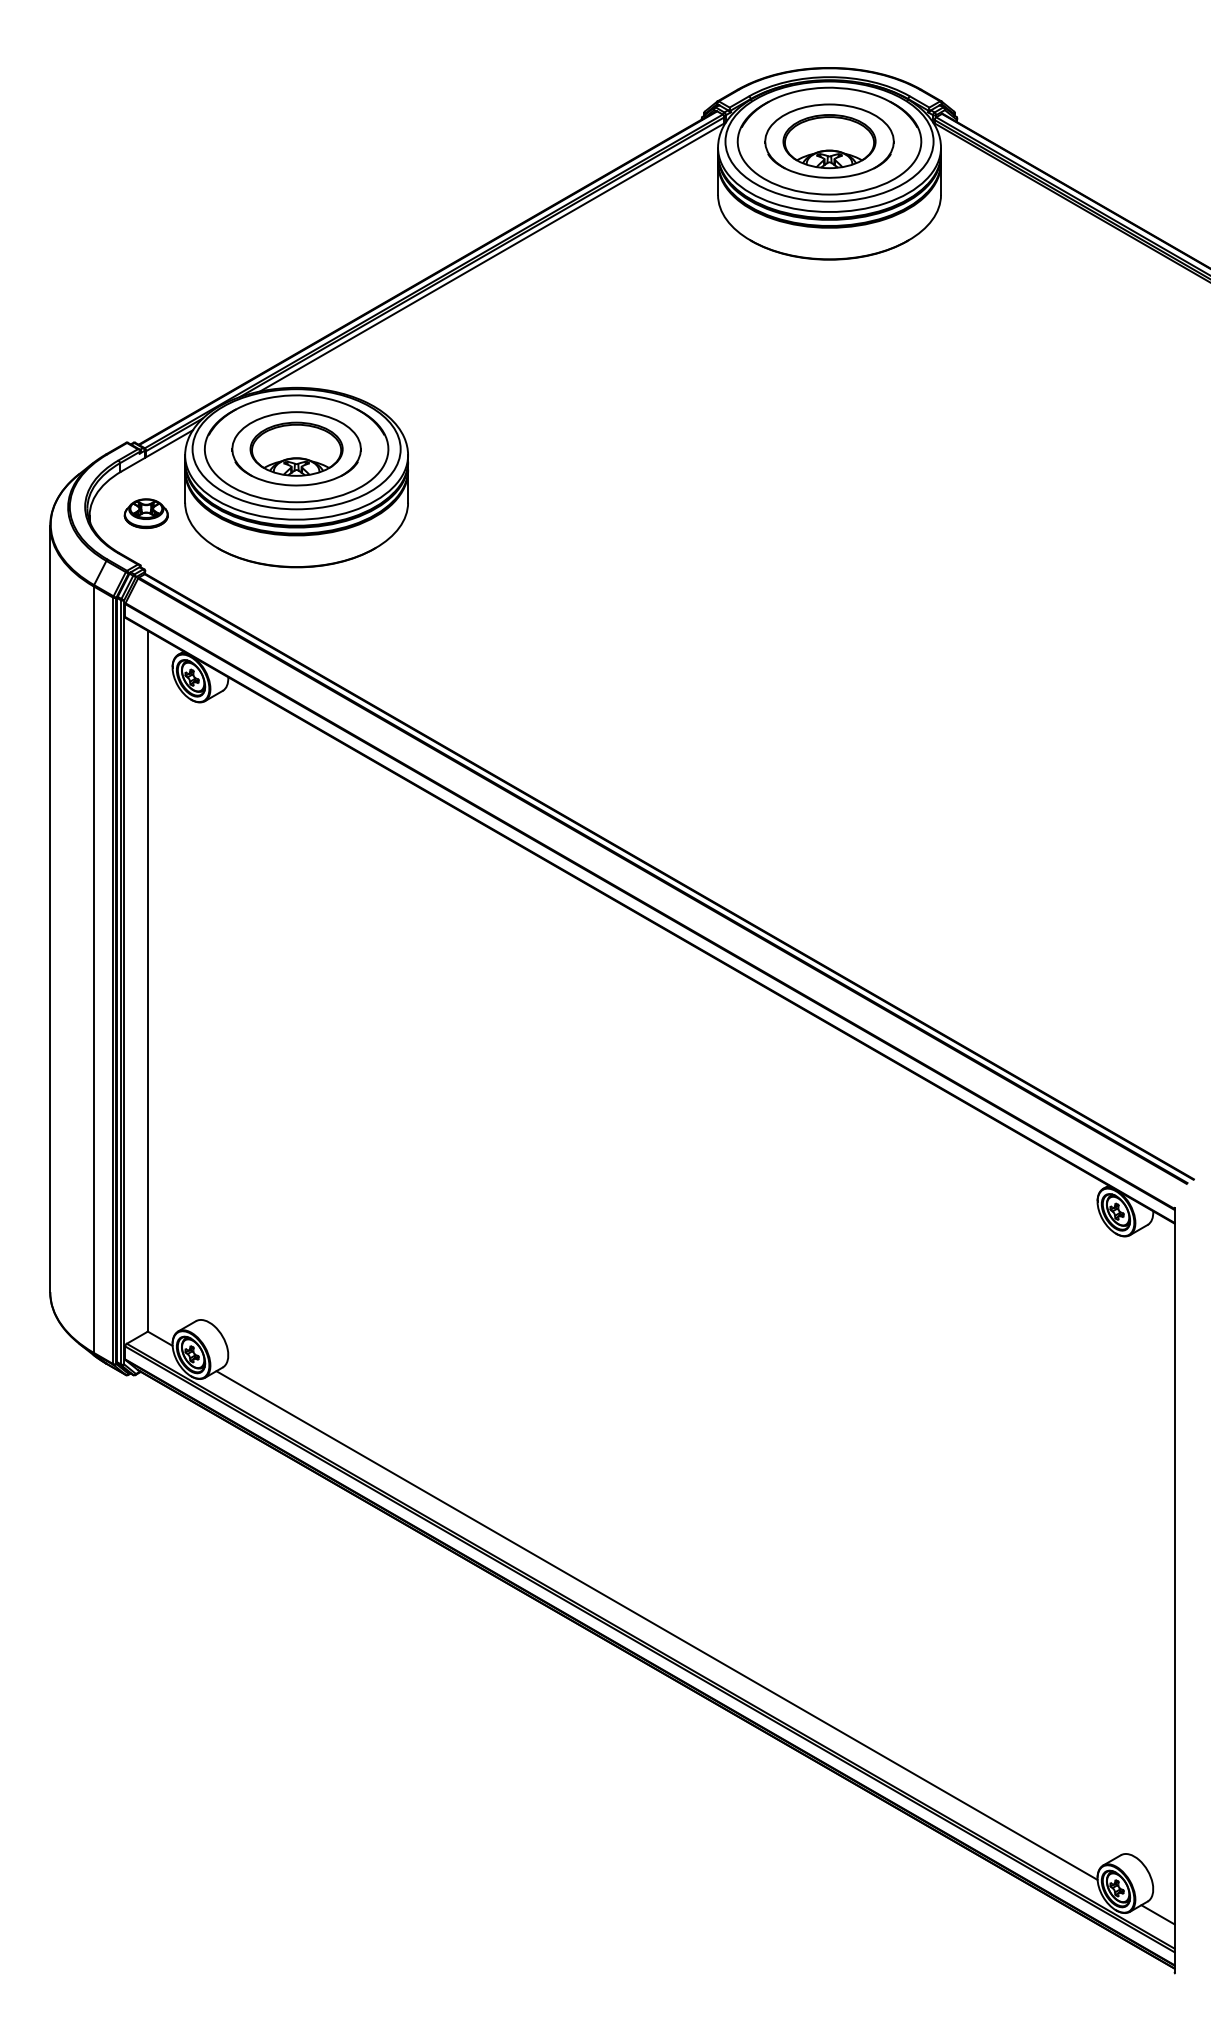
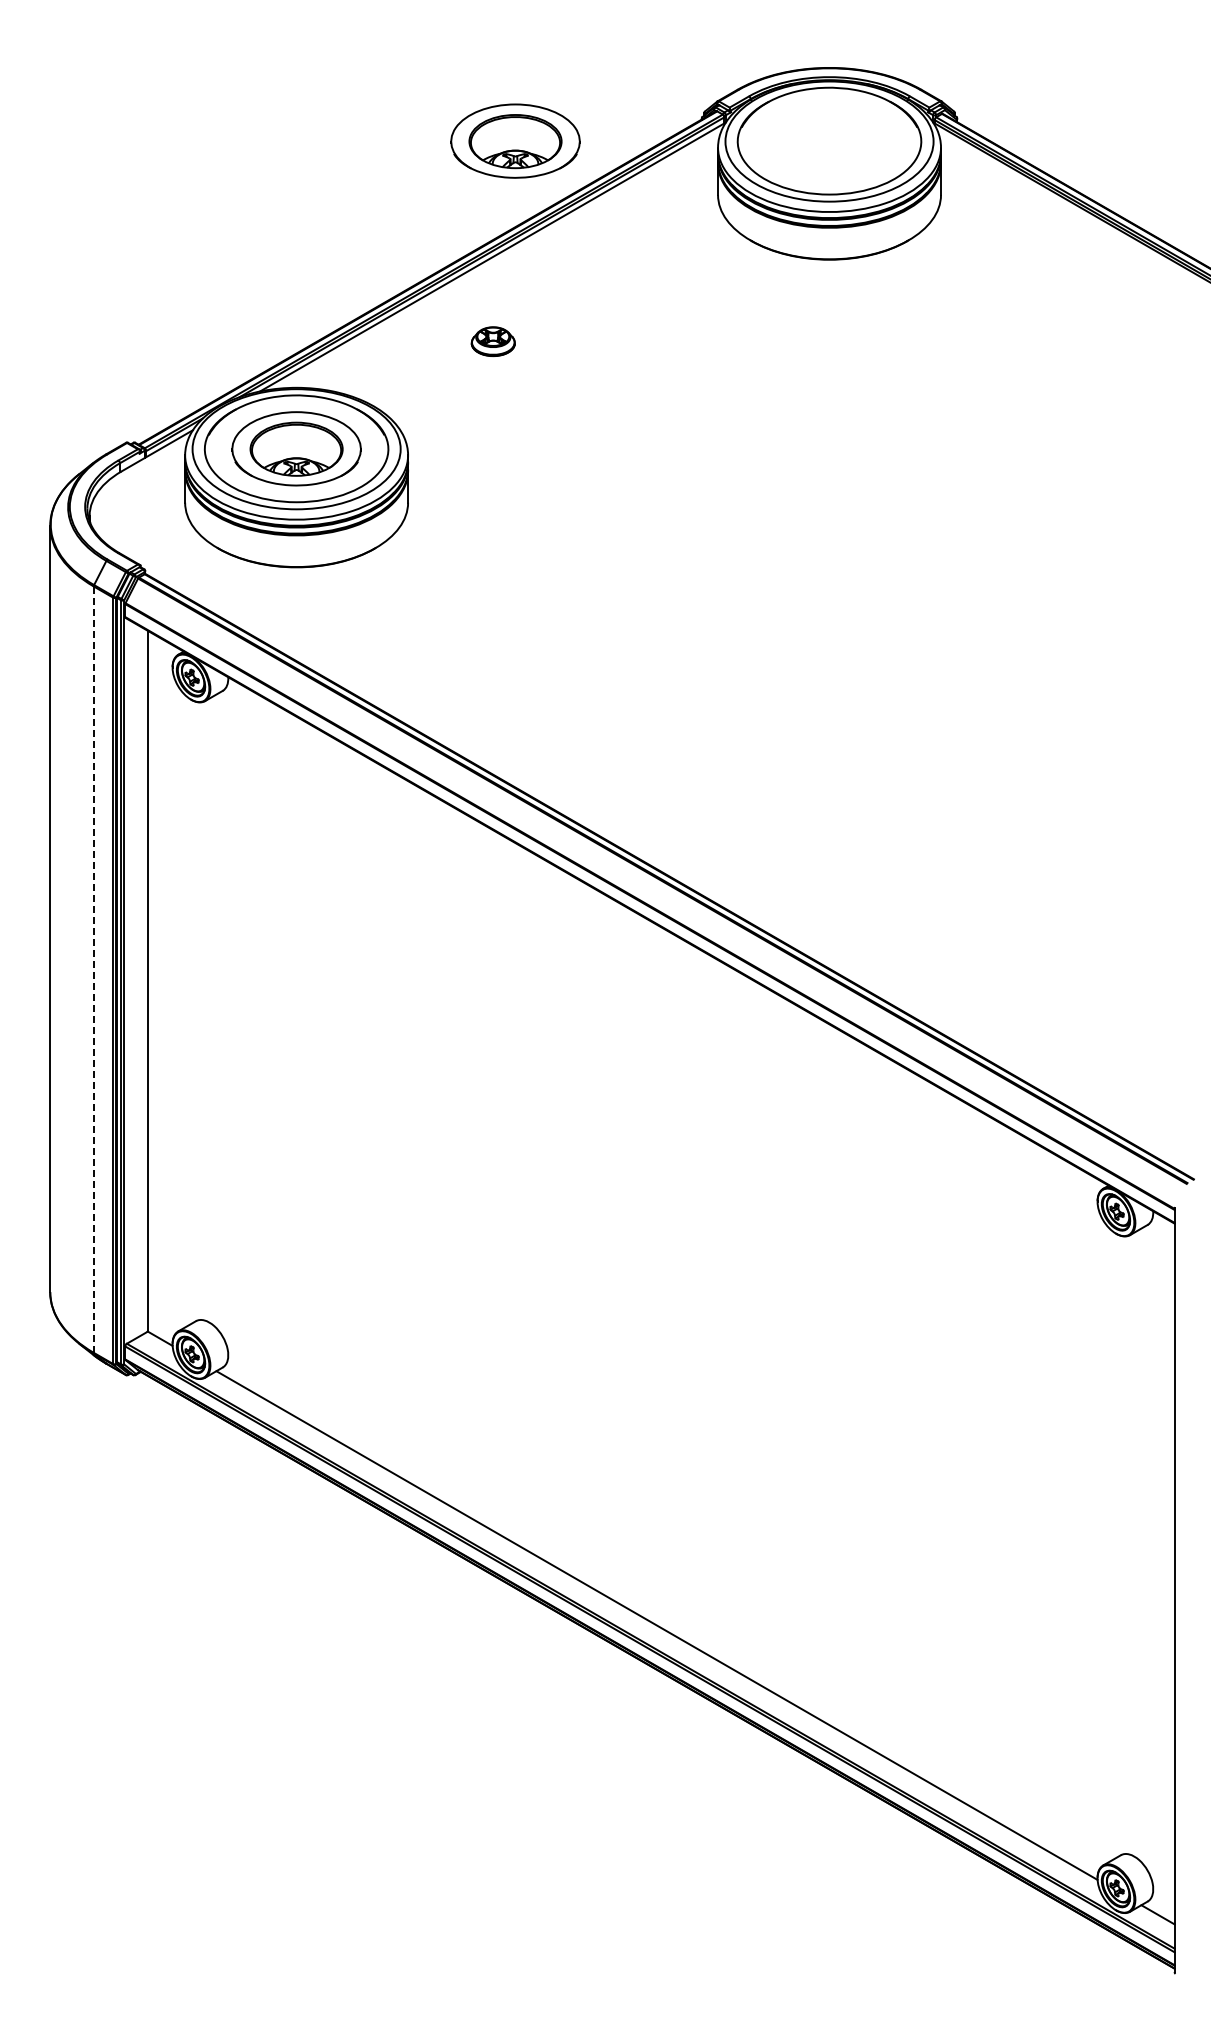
part at (829, 140) position: (829, 140) -> (515, 140)
part at (145, 513) position: (145, 513) -> (492, 341)
line at (93, 969): solid -> dashed
